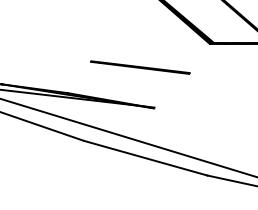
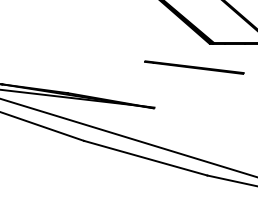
line at (140, 67) position: (140, 67) -> (194, 67)
